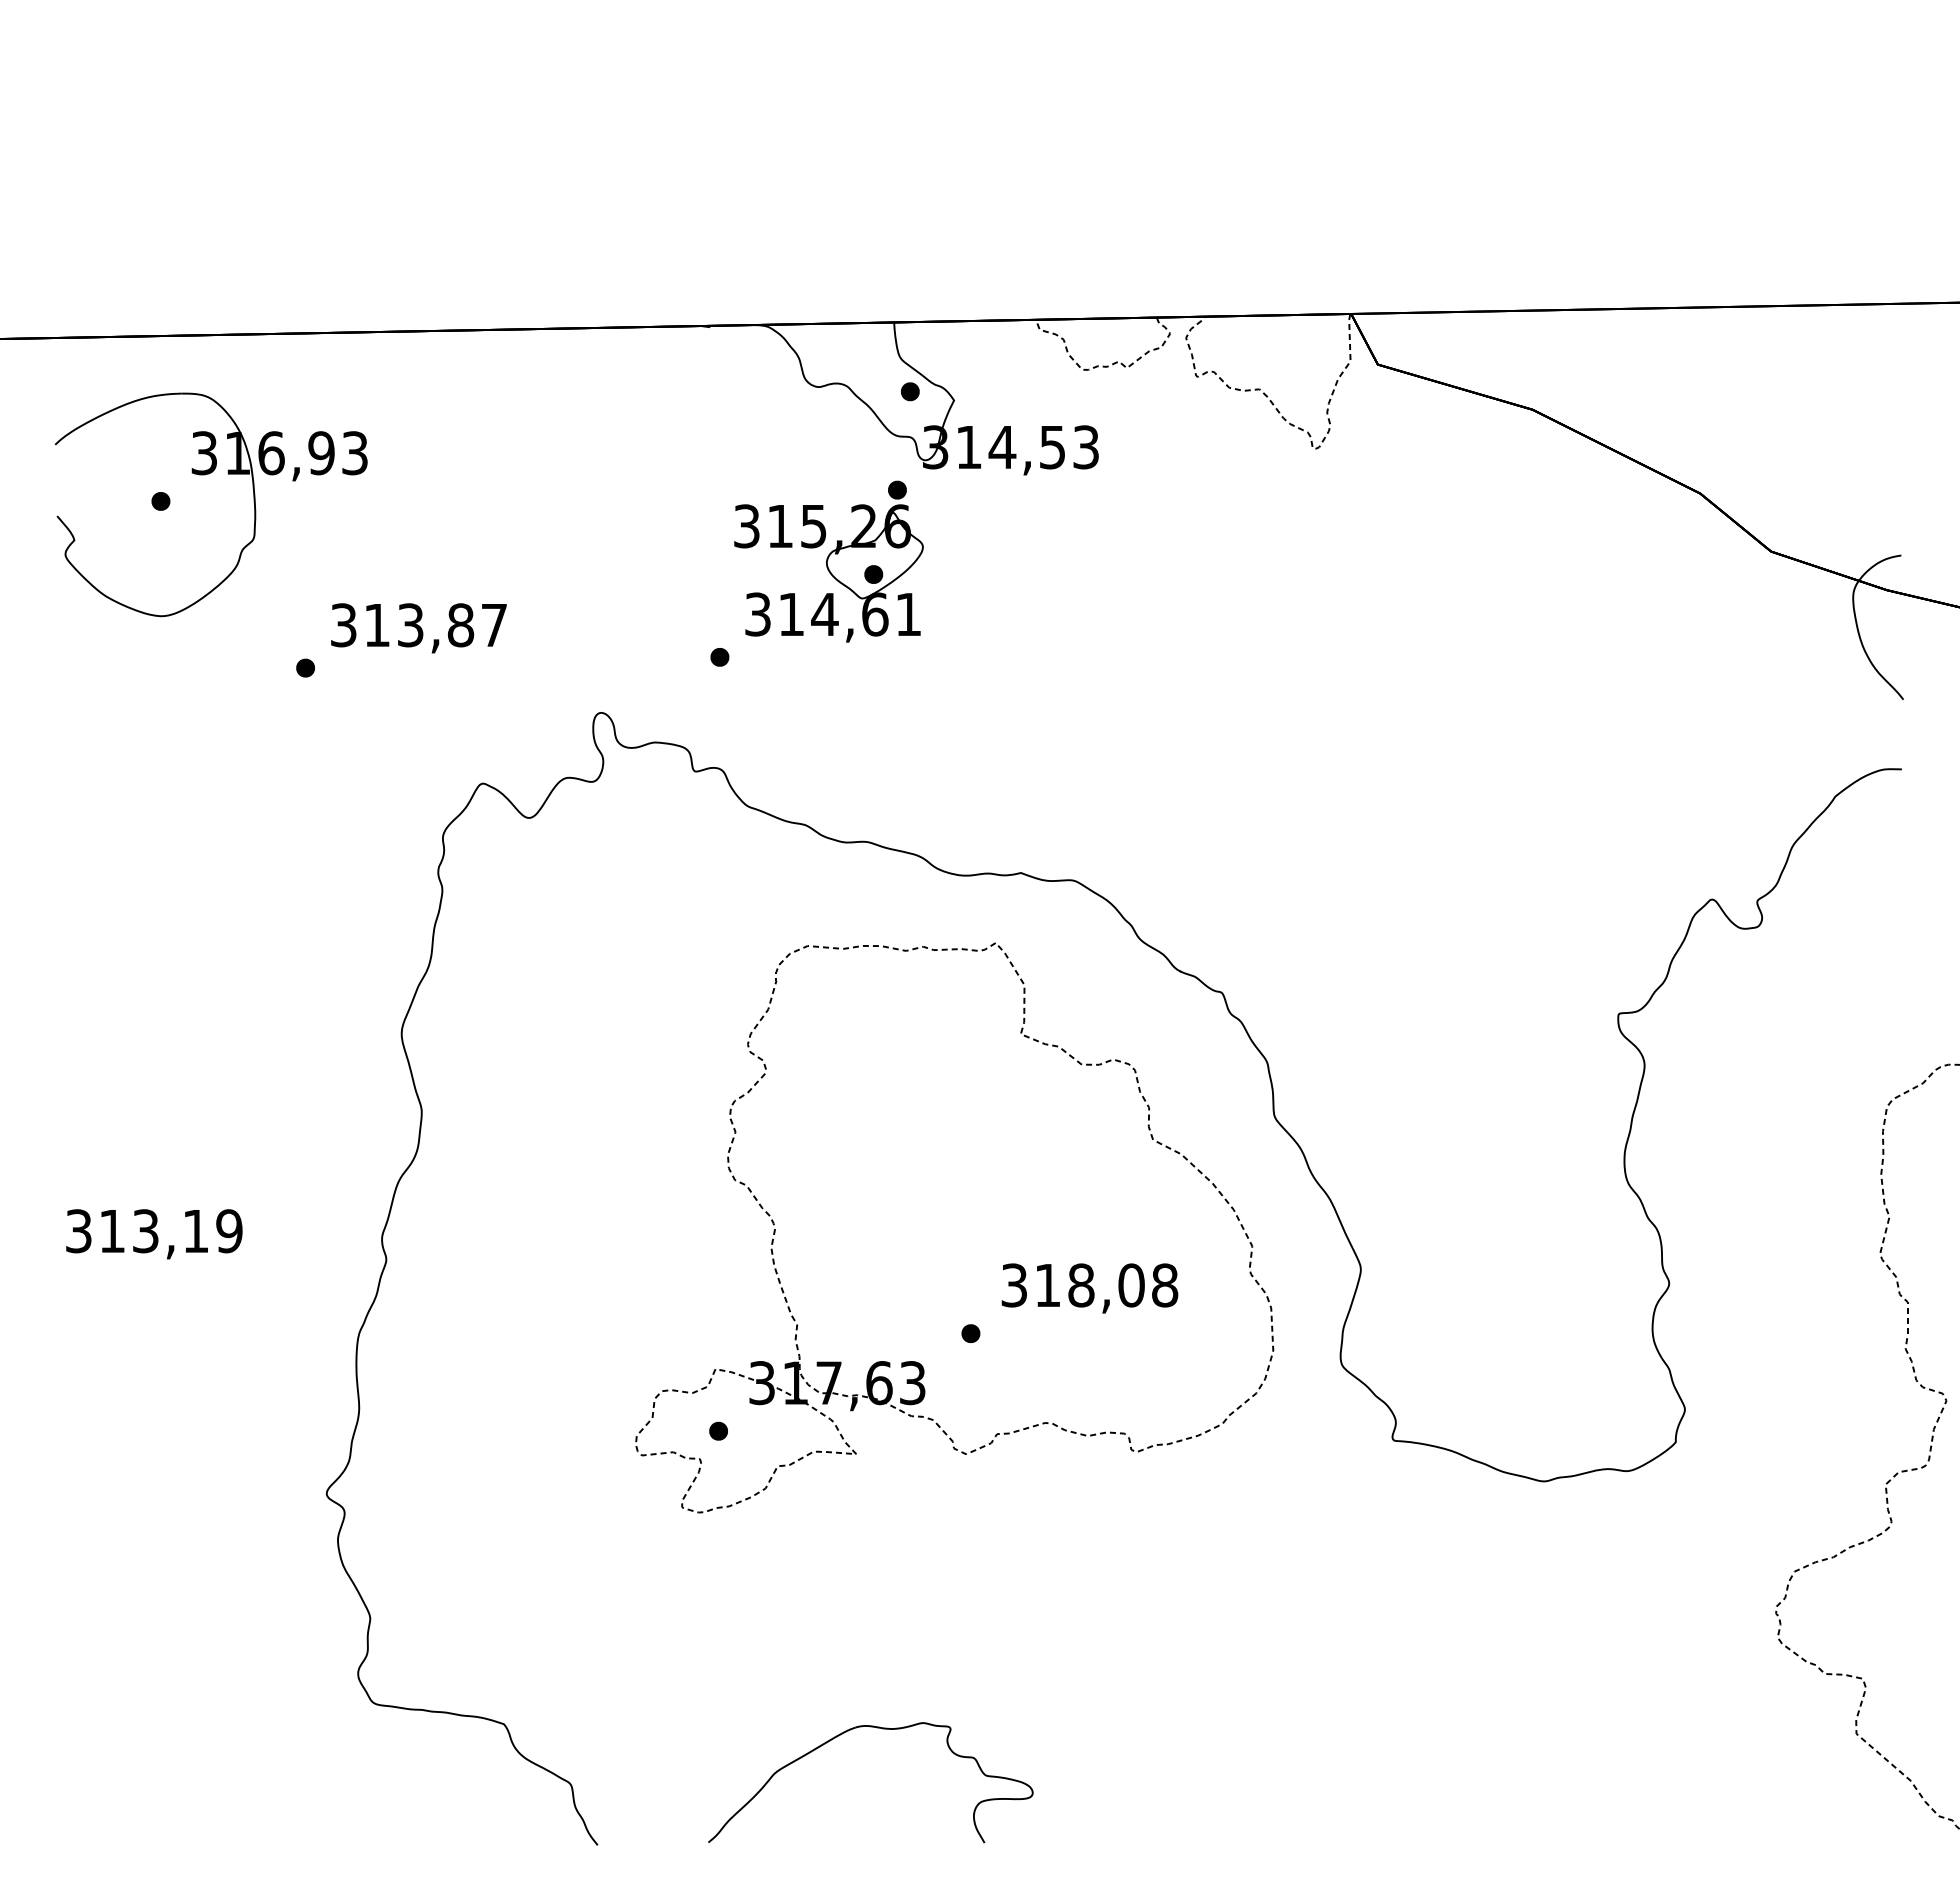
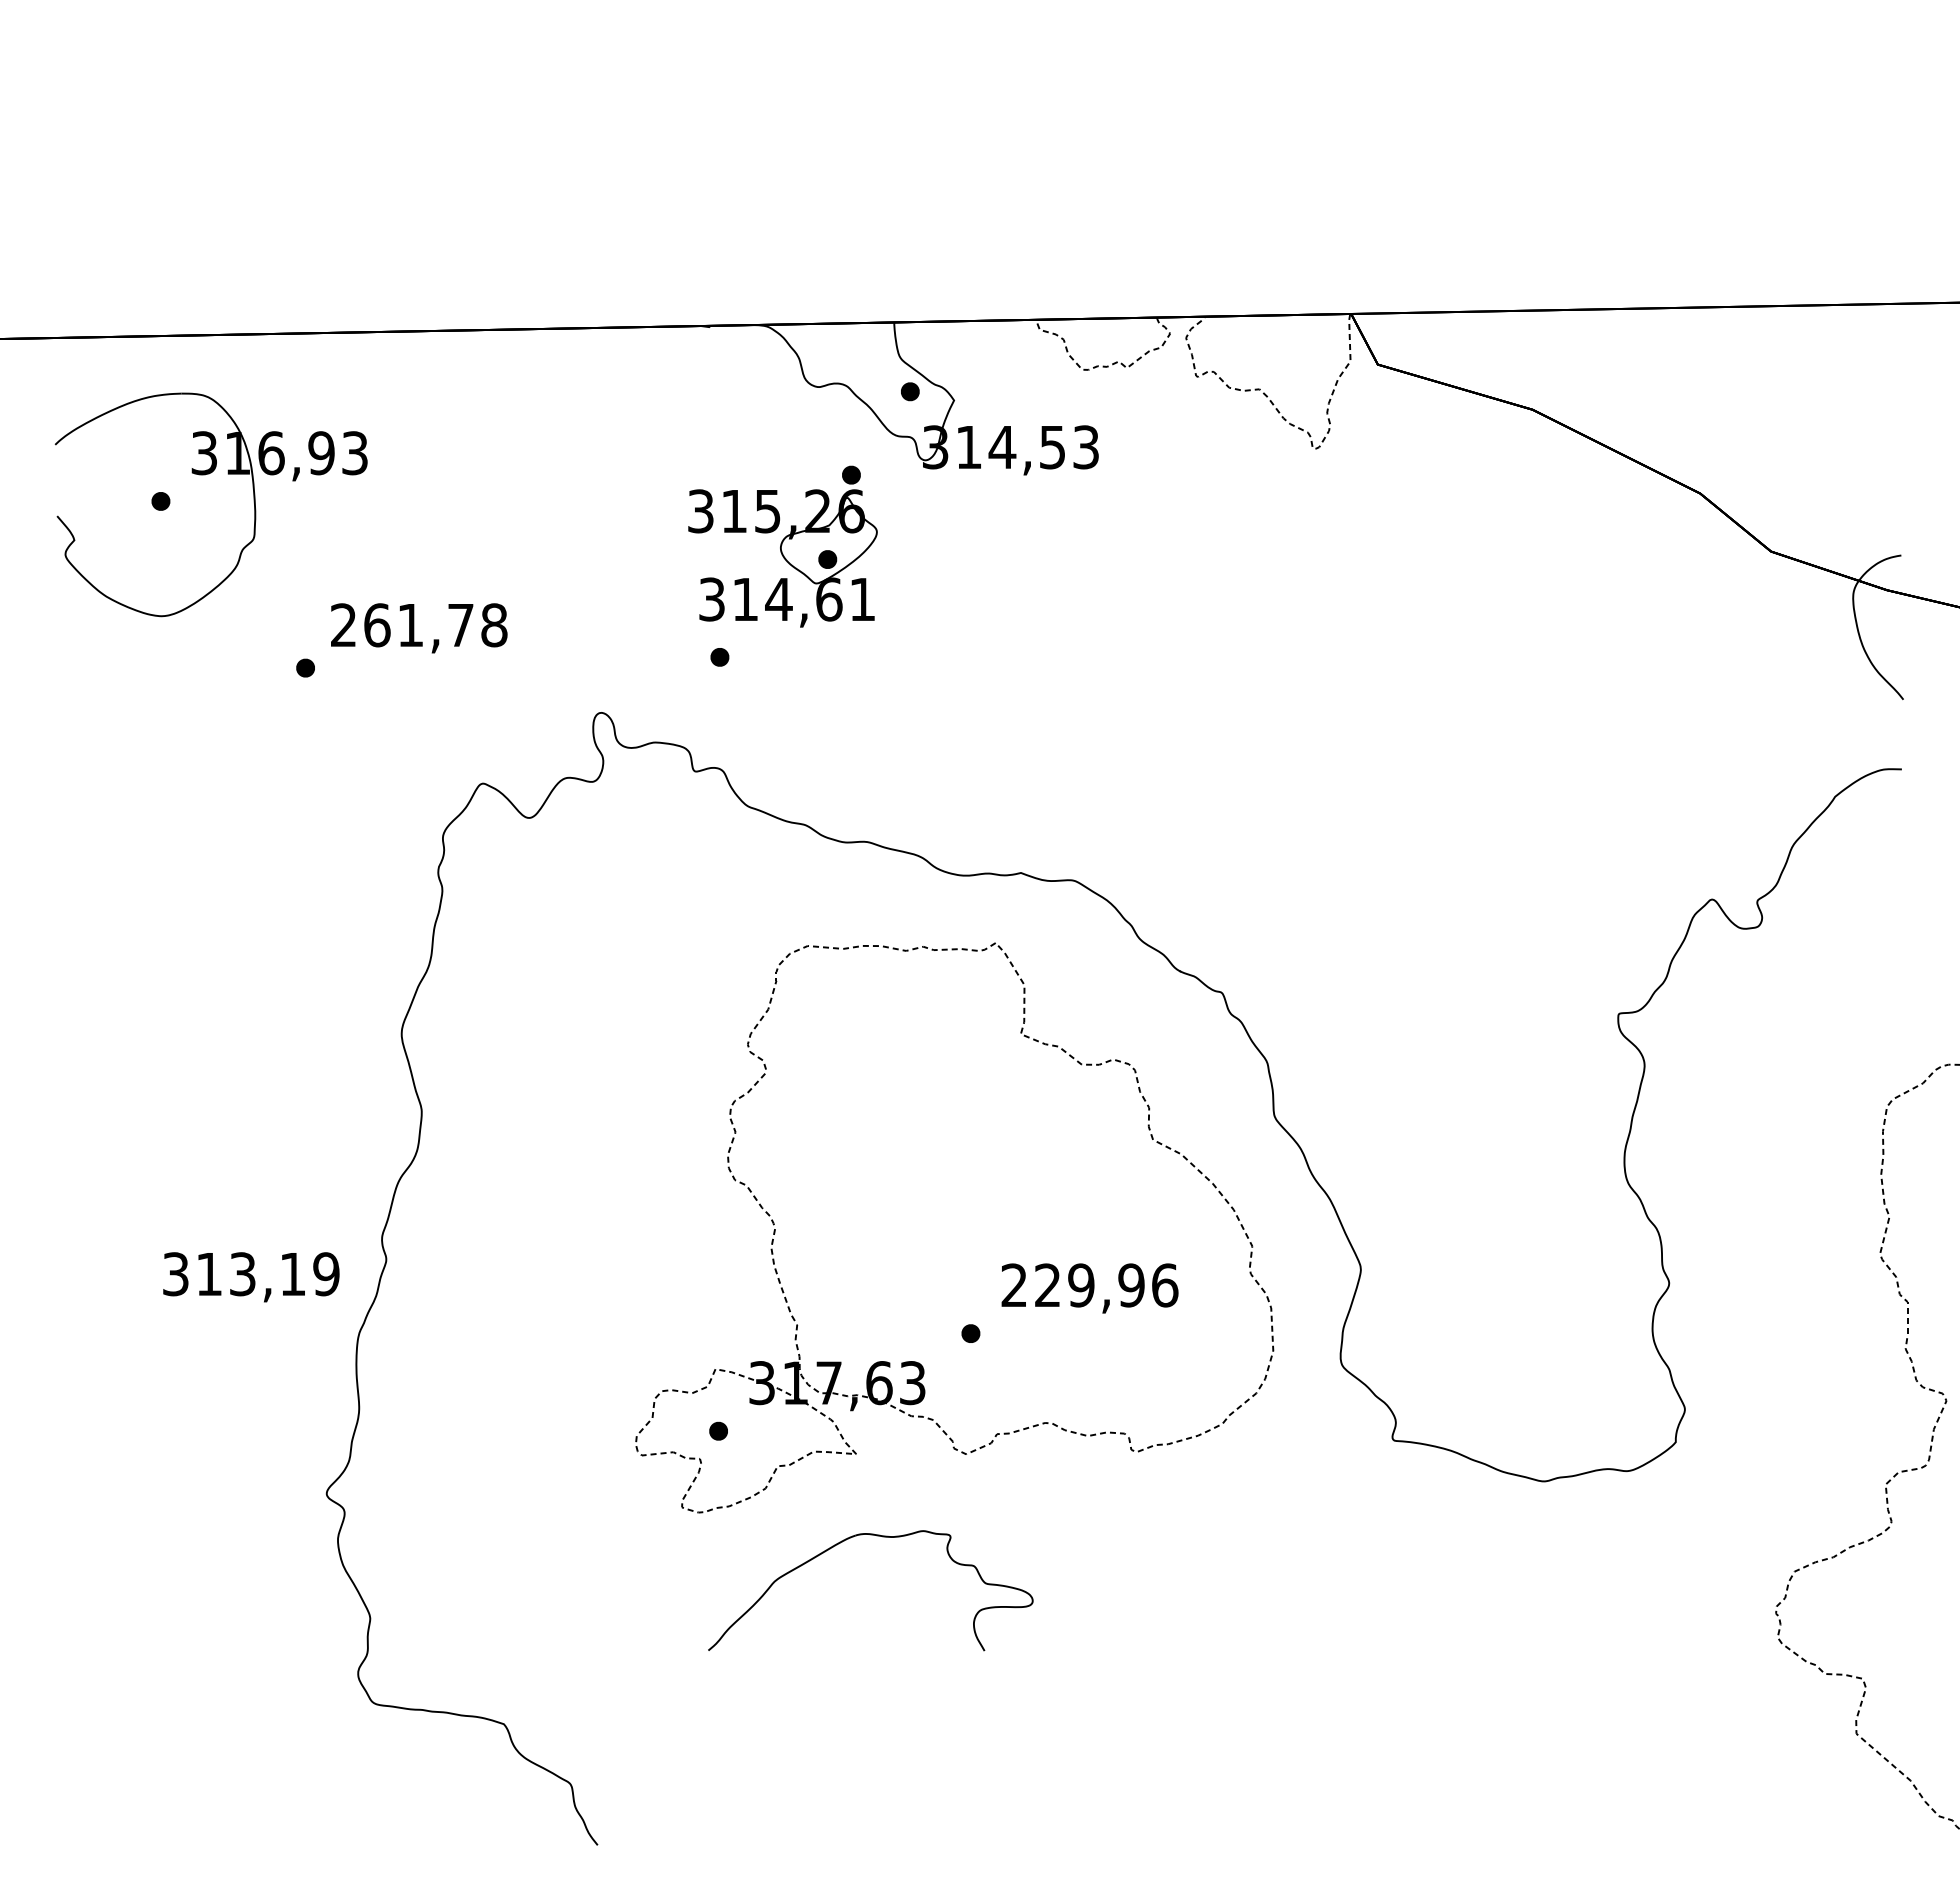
part at (828, 561) position: (828, 561) -> (782, 546)
text at (419, 625): 313,87 -> 261,78
text at (154, 1234) position: (154, 1234) -> (251, 1277)
text at (1089, 1285): 318,08 -> 229,96
part at (876, 1728) position: (876, 1728) -> (876, 1536)
